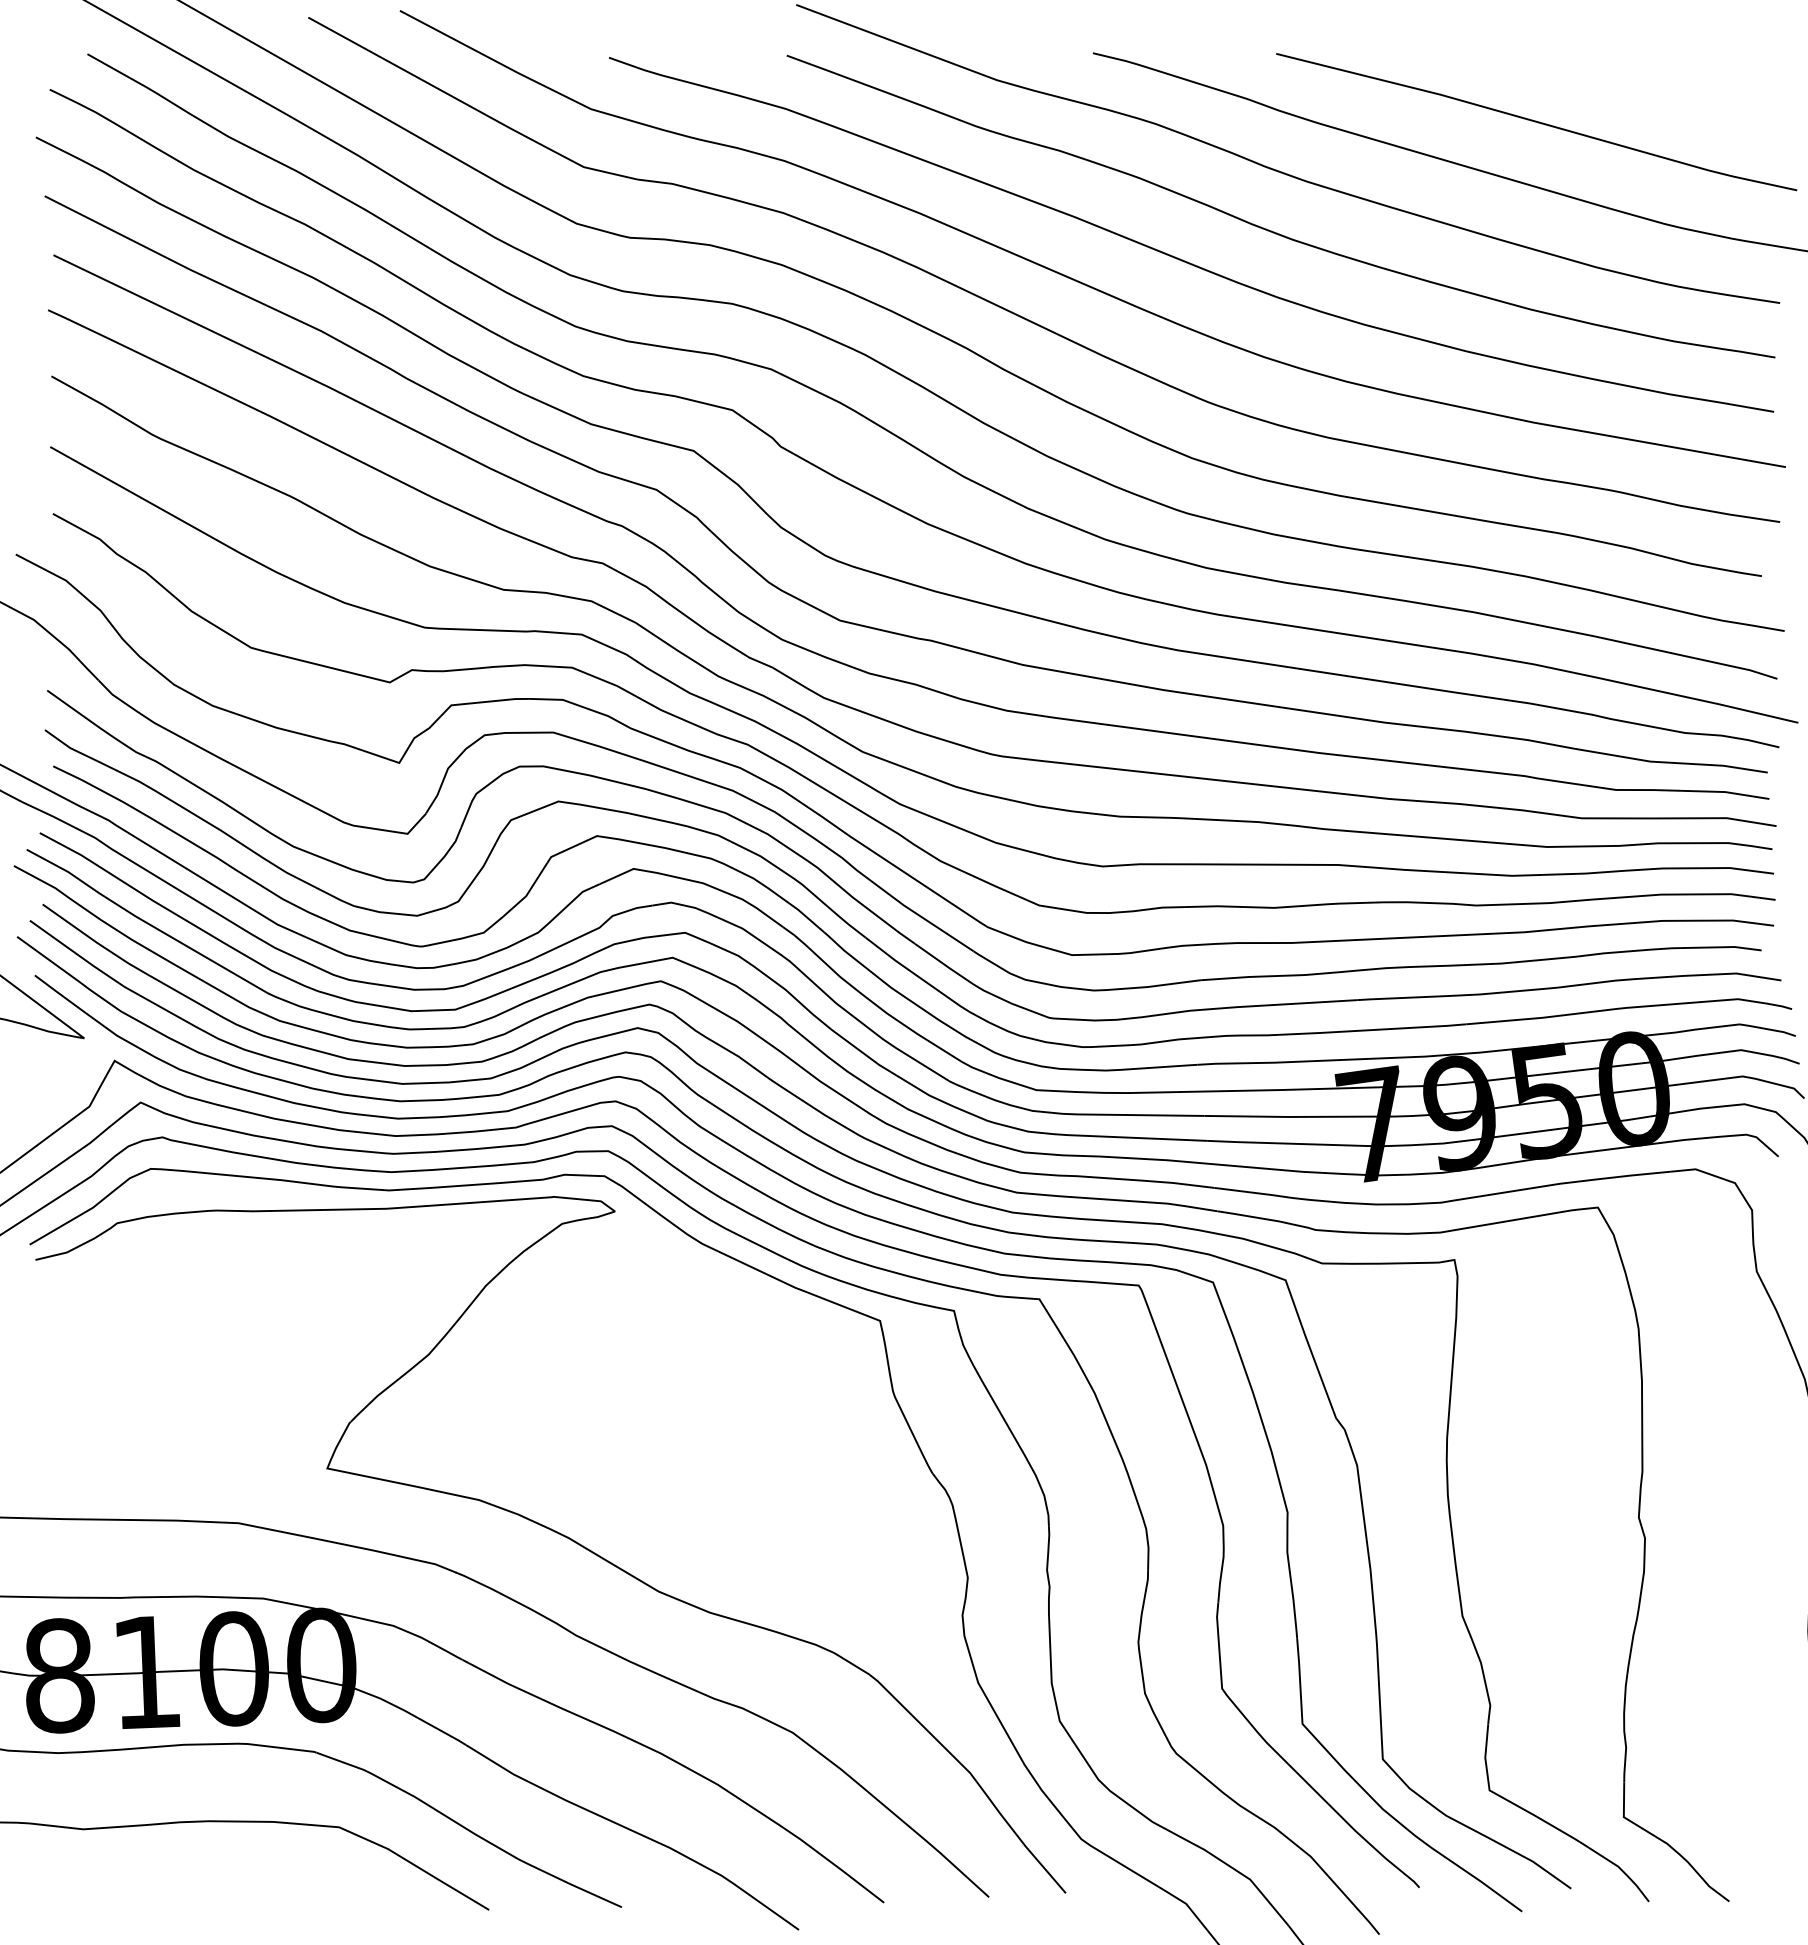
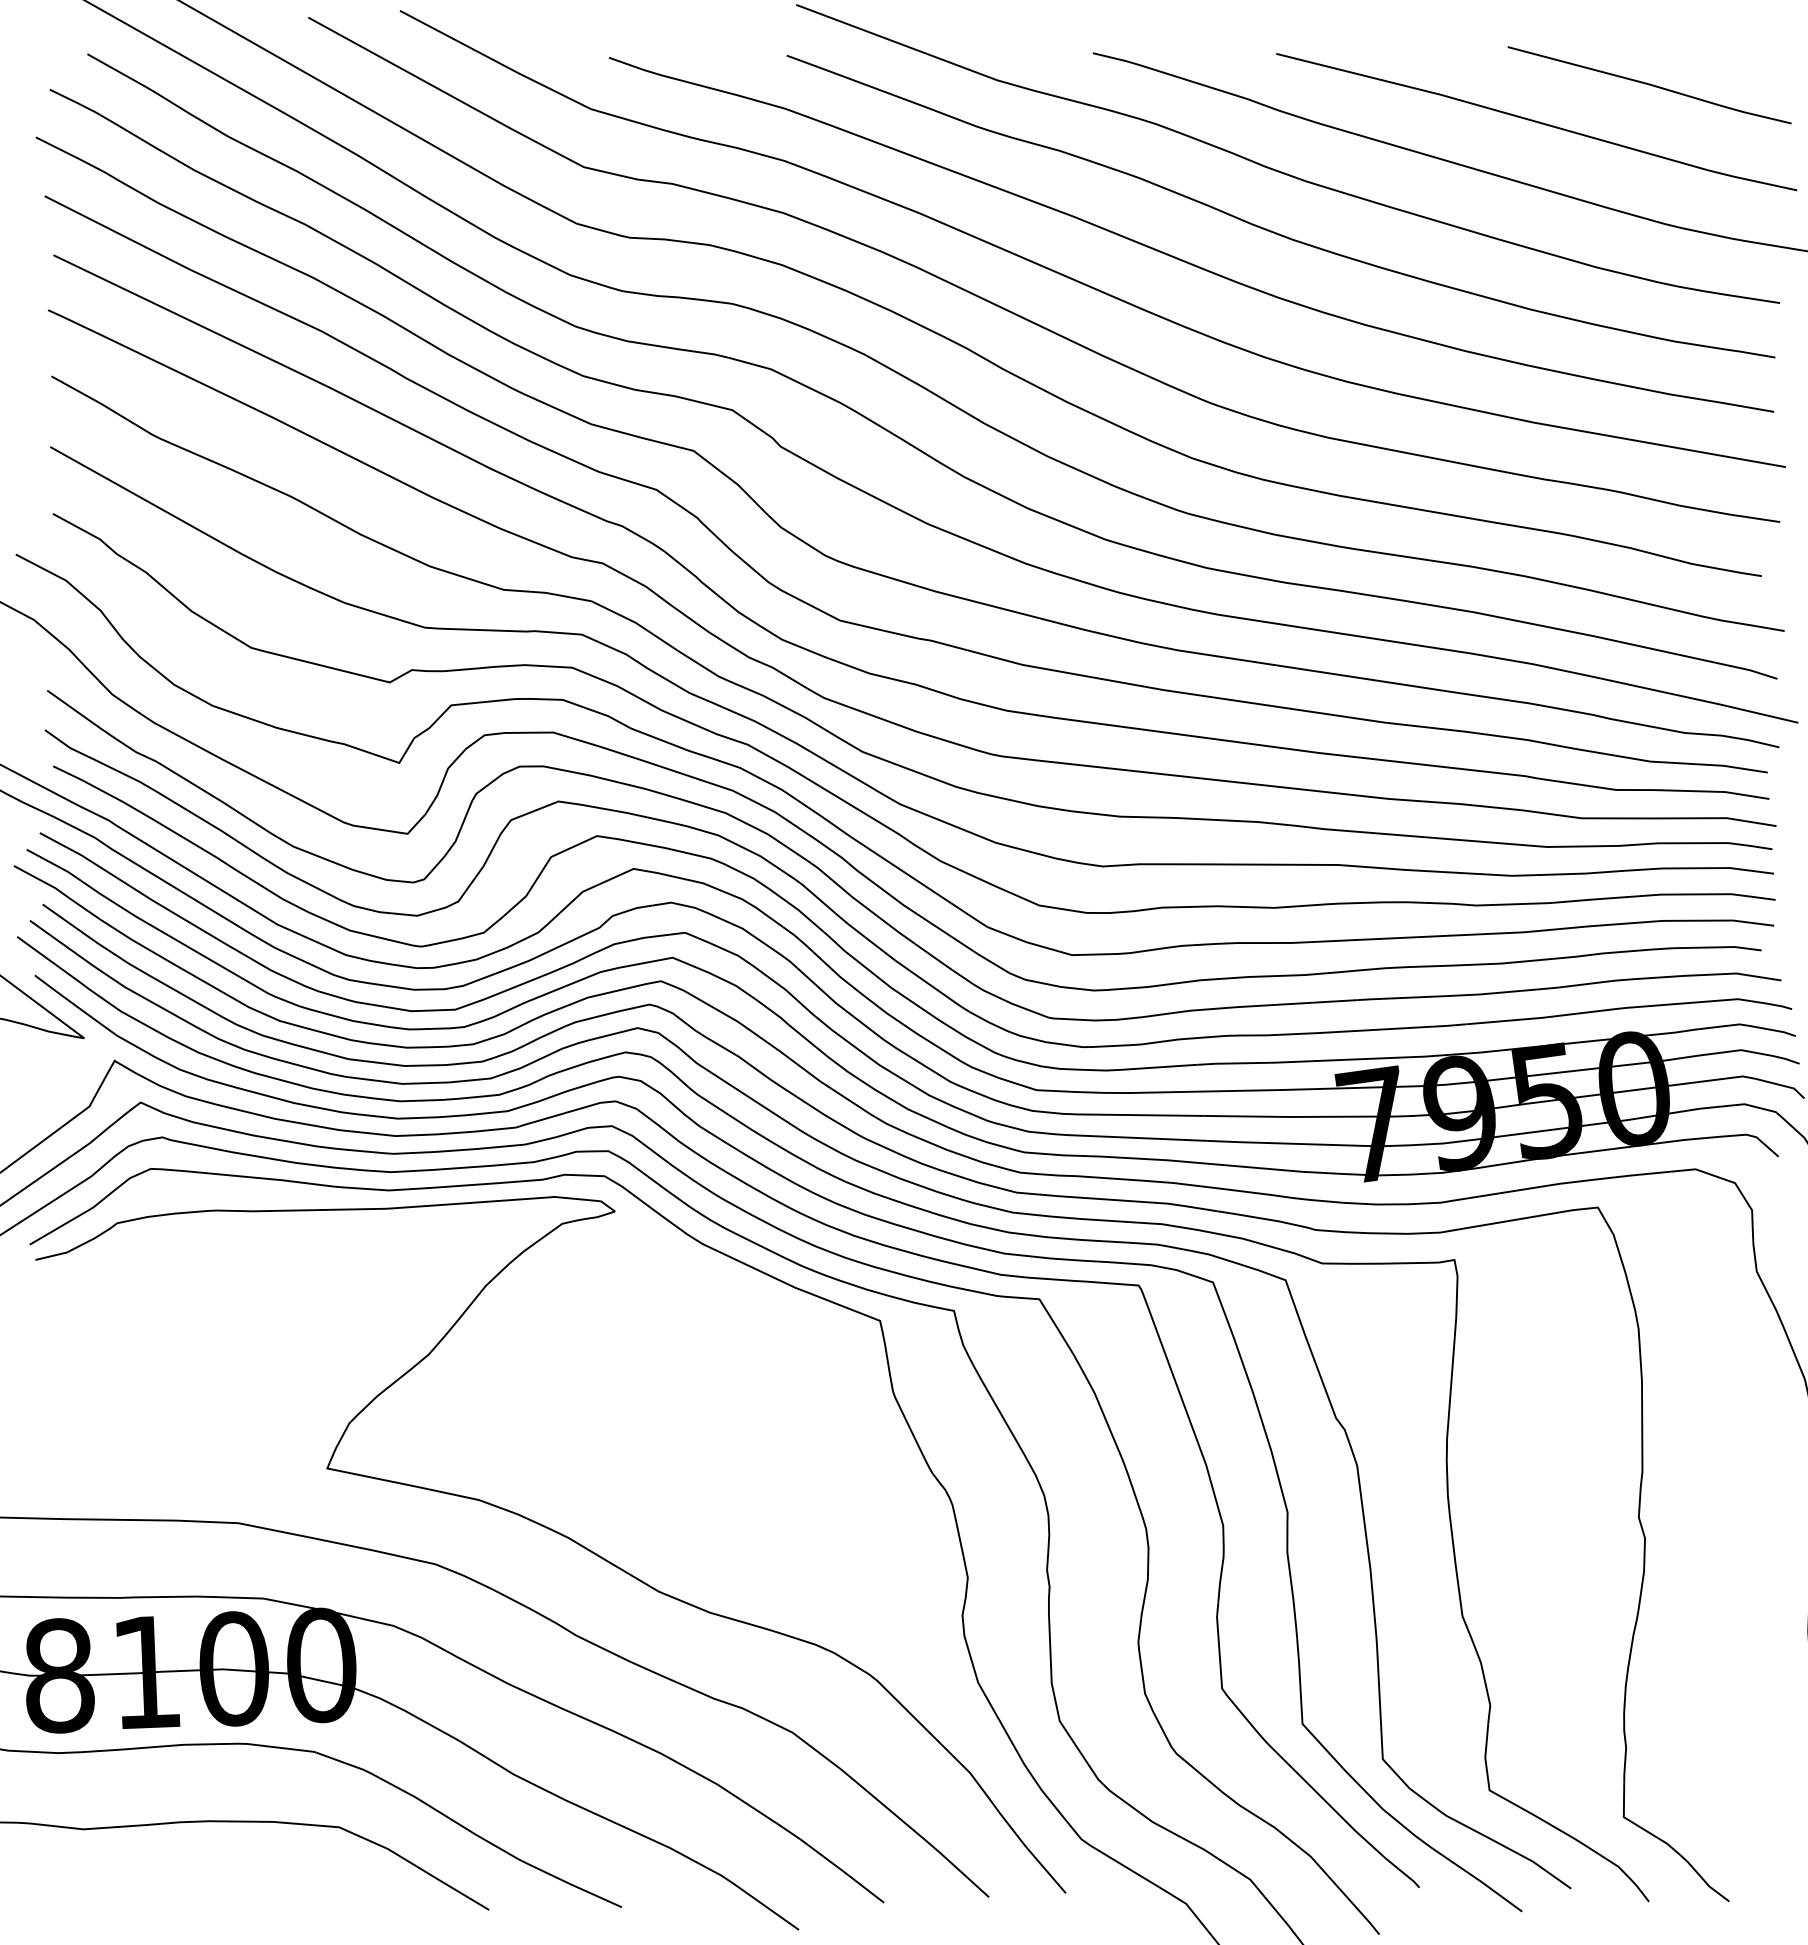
line at (1649, 85): none -> present
